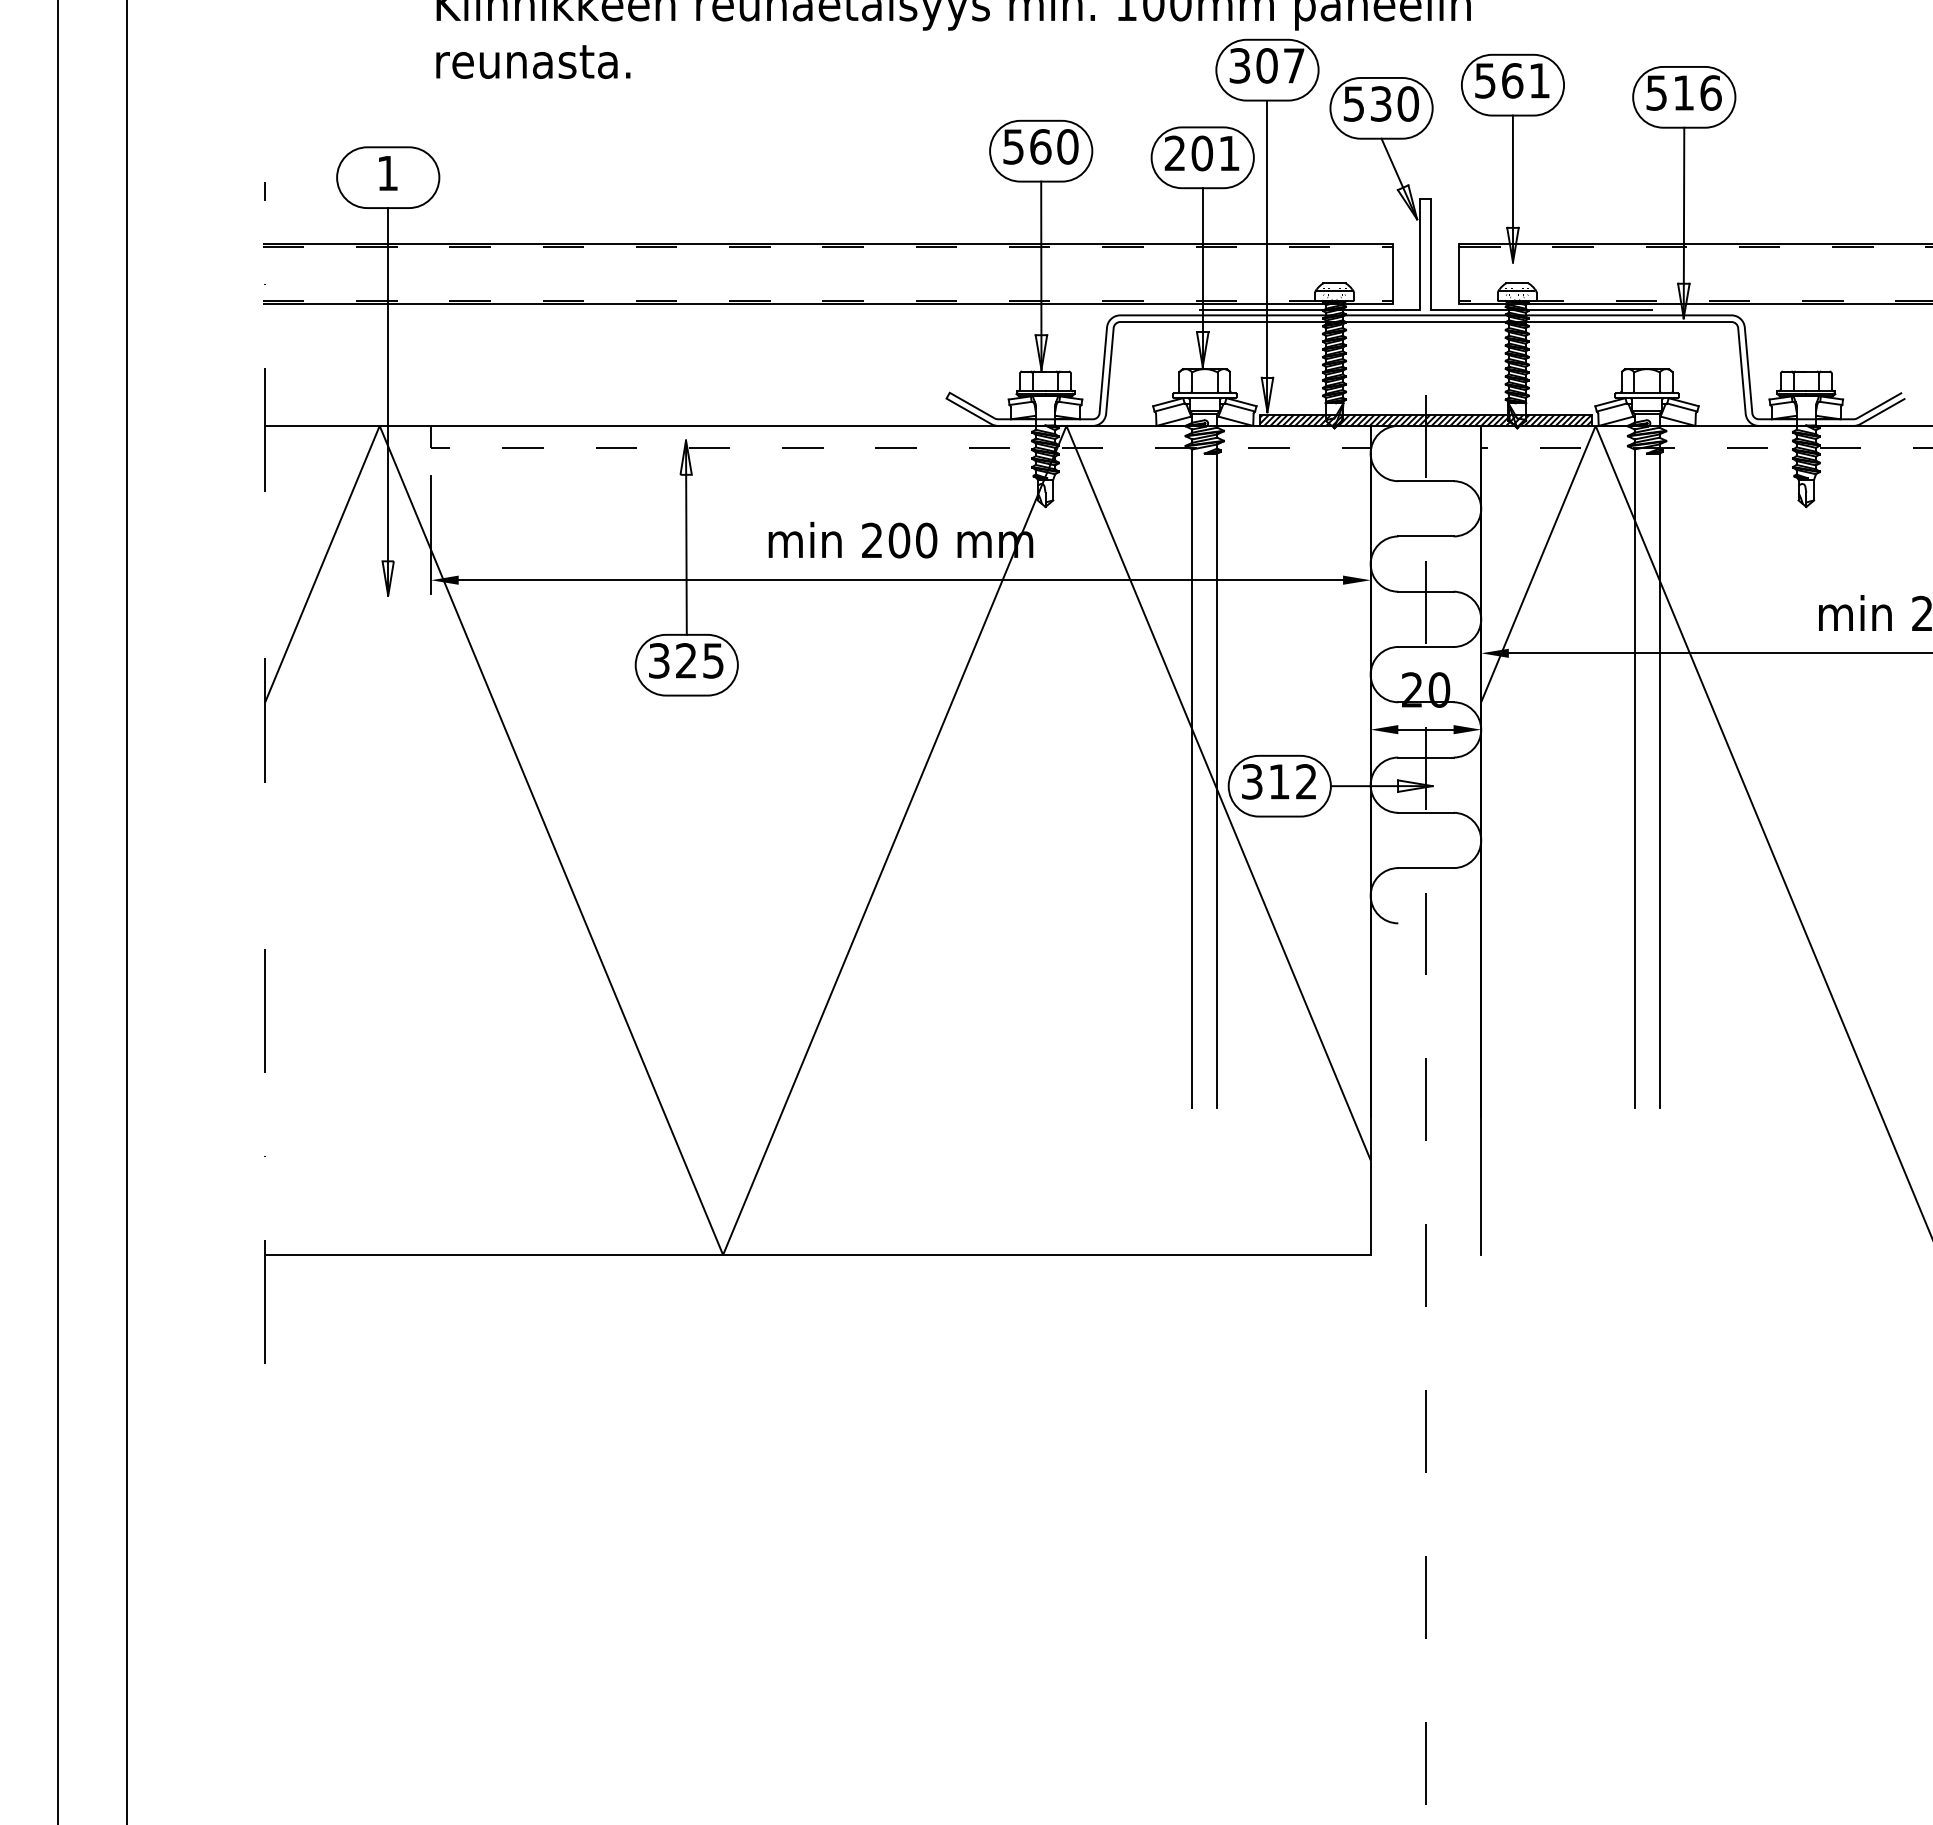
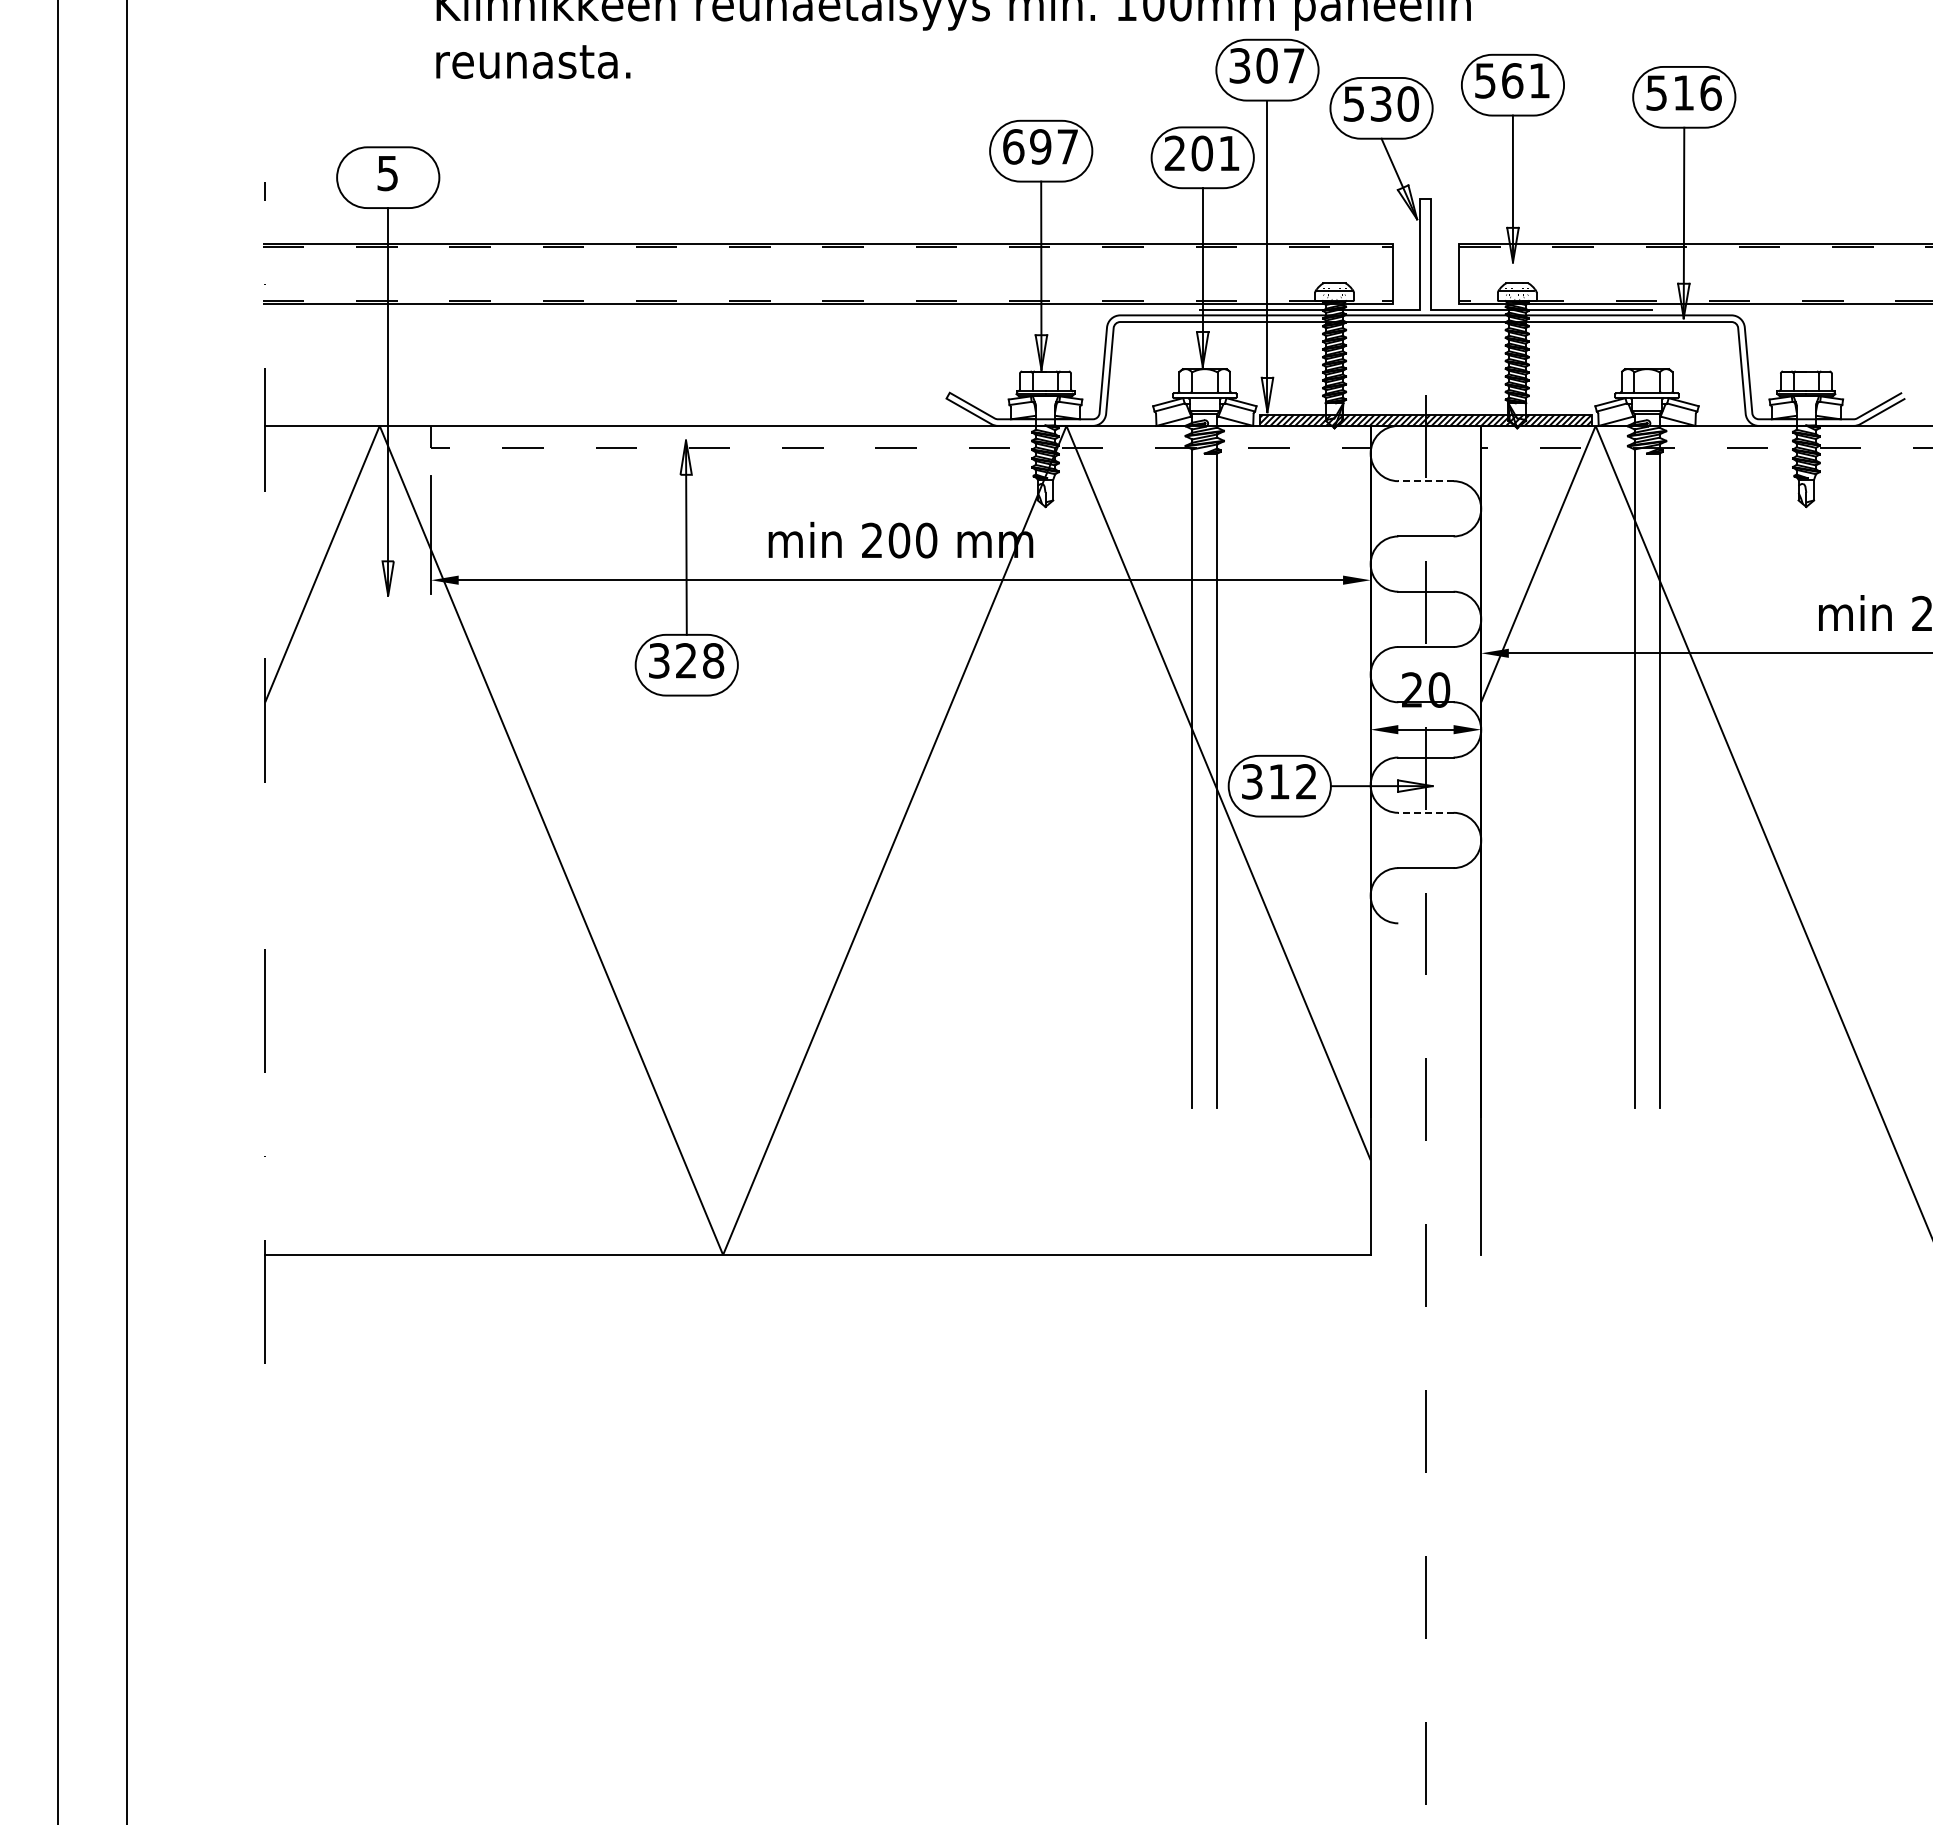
text at (1040, 146): 560 -> 697
text at (387, 173): 1 -> 5
line at (1425, 481): solid -> dashed
text at (713, 660): 325 -> 328
line at (1425, 812): solid -> dashed
